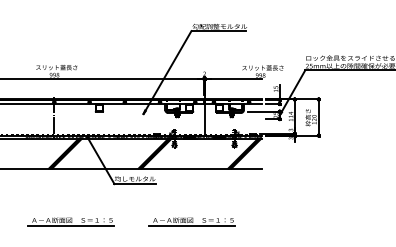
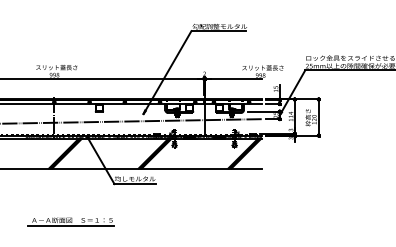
line at (131, 121): none -> present
part at (191, 221): present -> none
